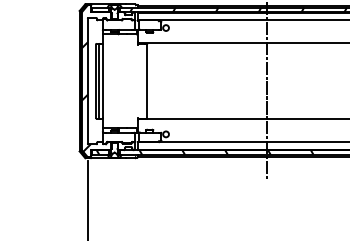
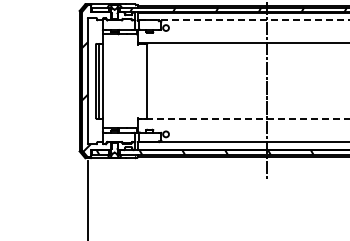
line at (244, 20): solid -> dashed
line at (243, 119): solid -> dashed
